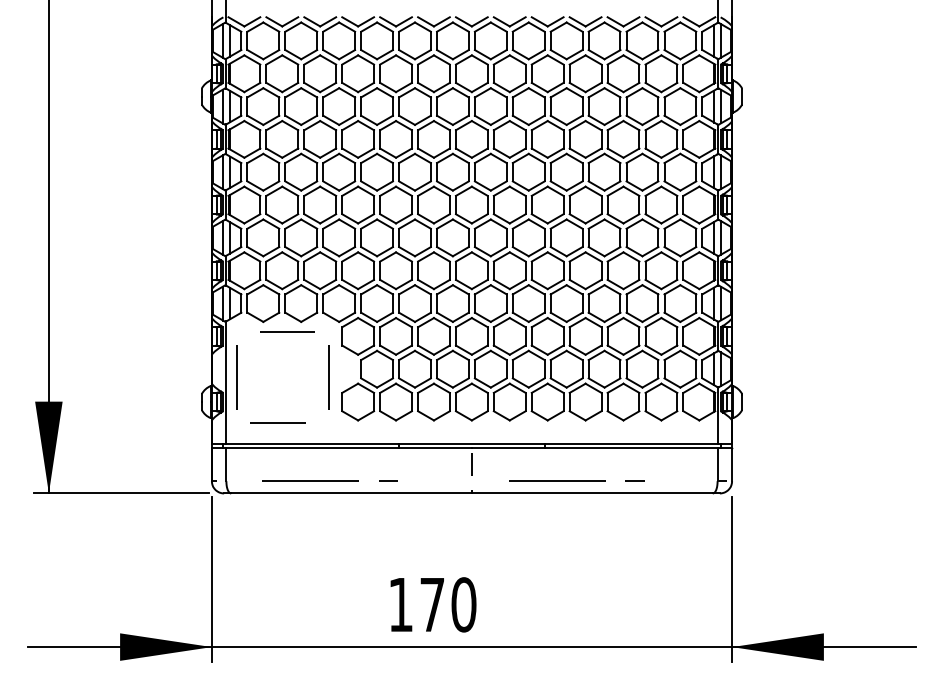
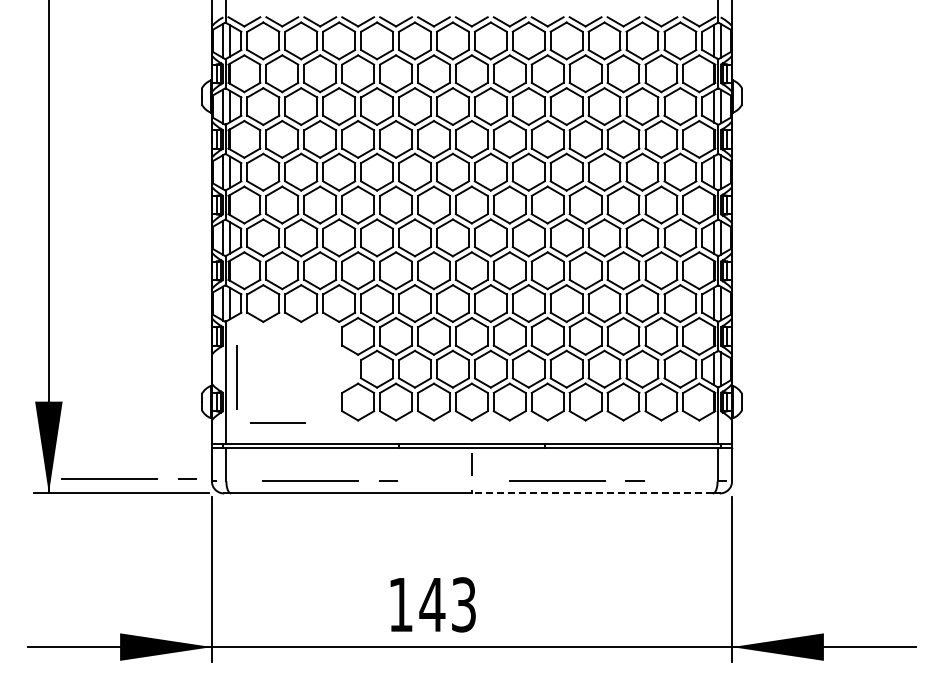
line at (287, 331): present -> none
line at (328, 377): present -> none
line at (128, 478): none -> present
line at (591, 493): solid -> dashed
text at (447, 604): 170 -> 143
